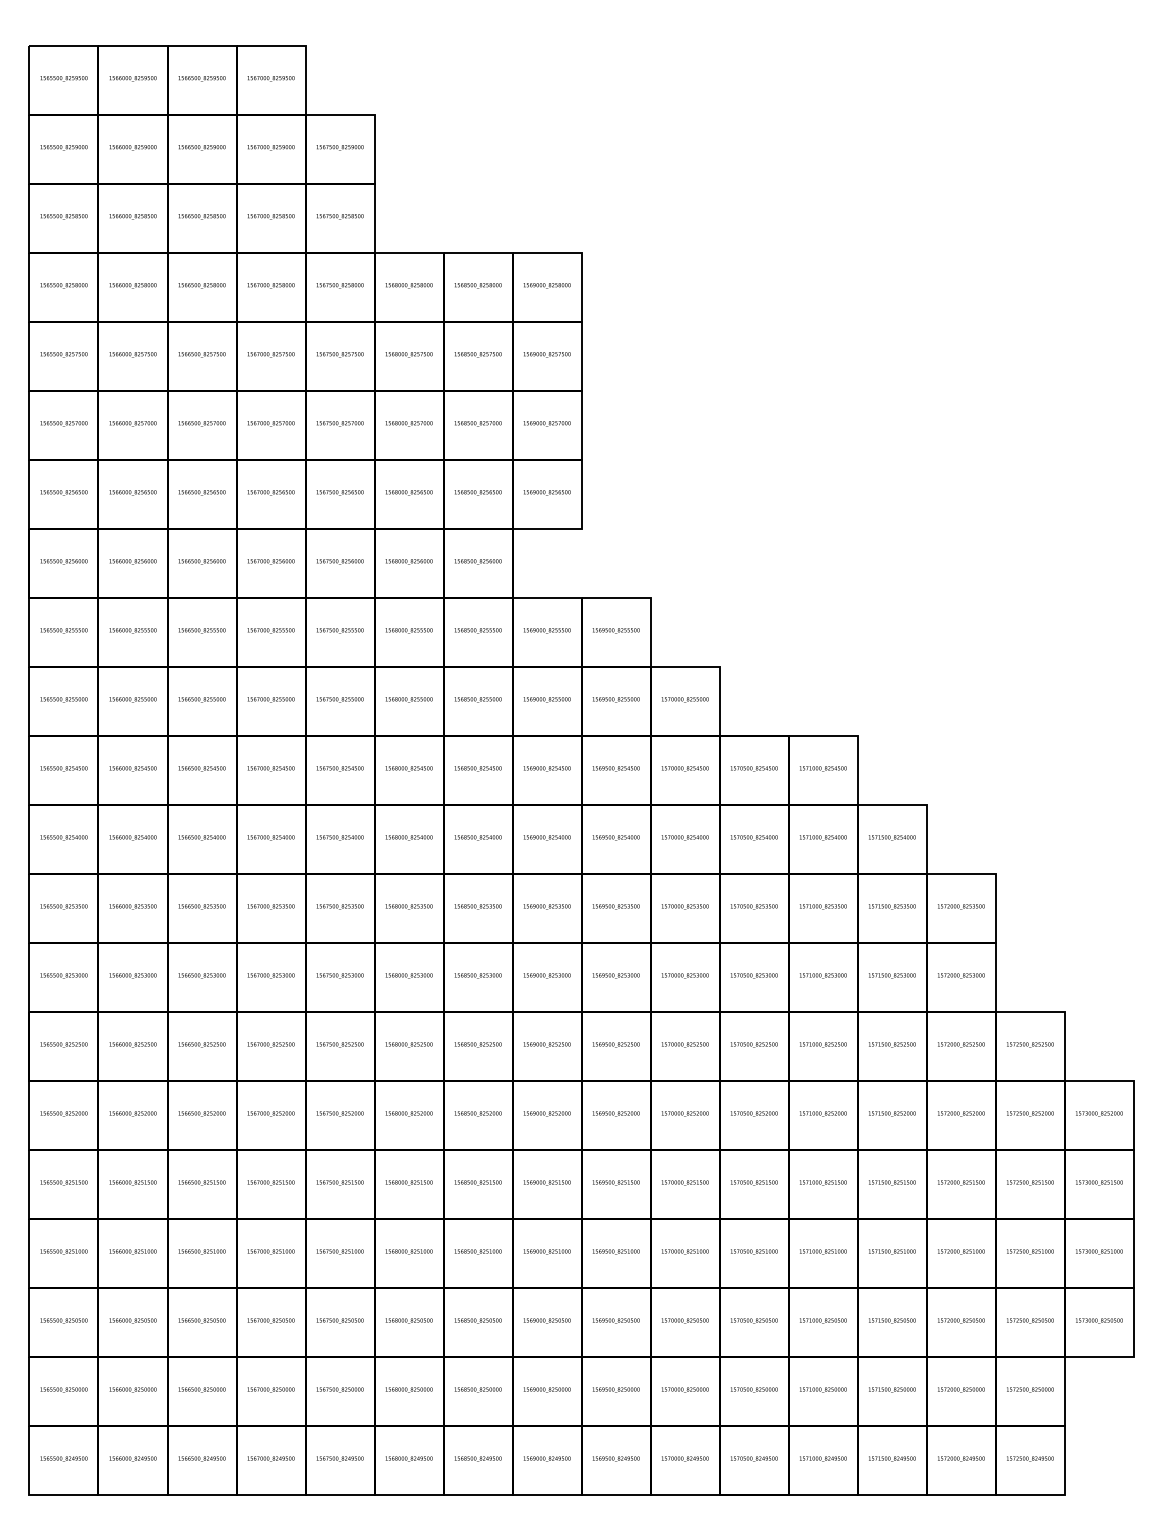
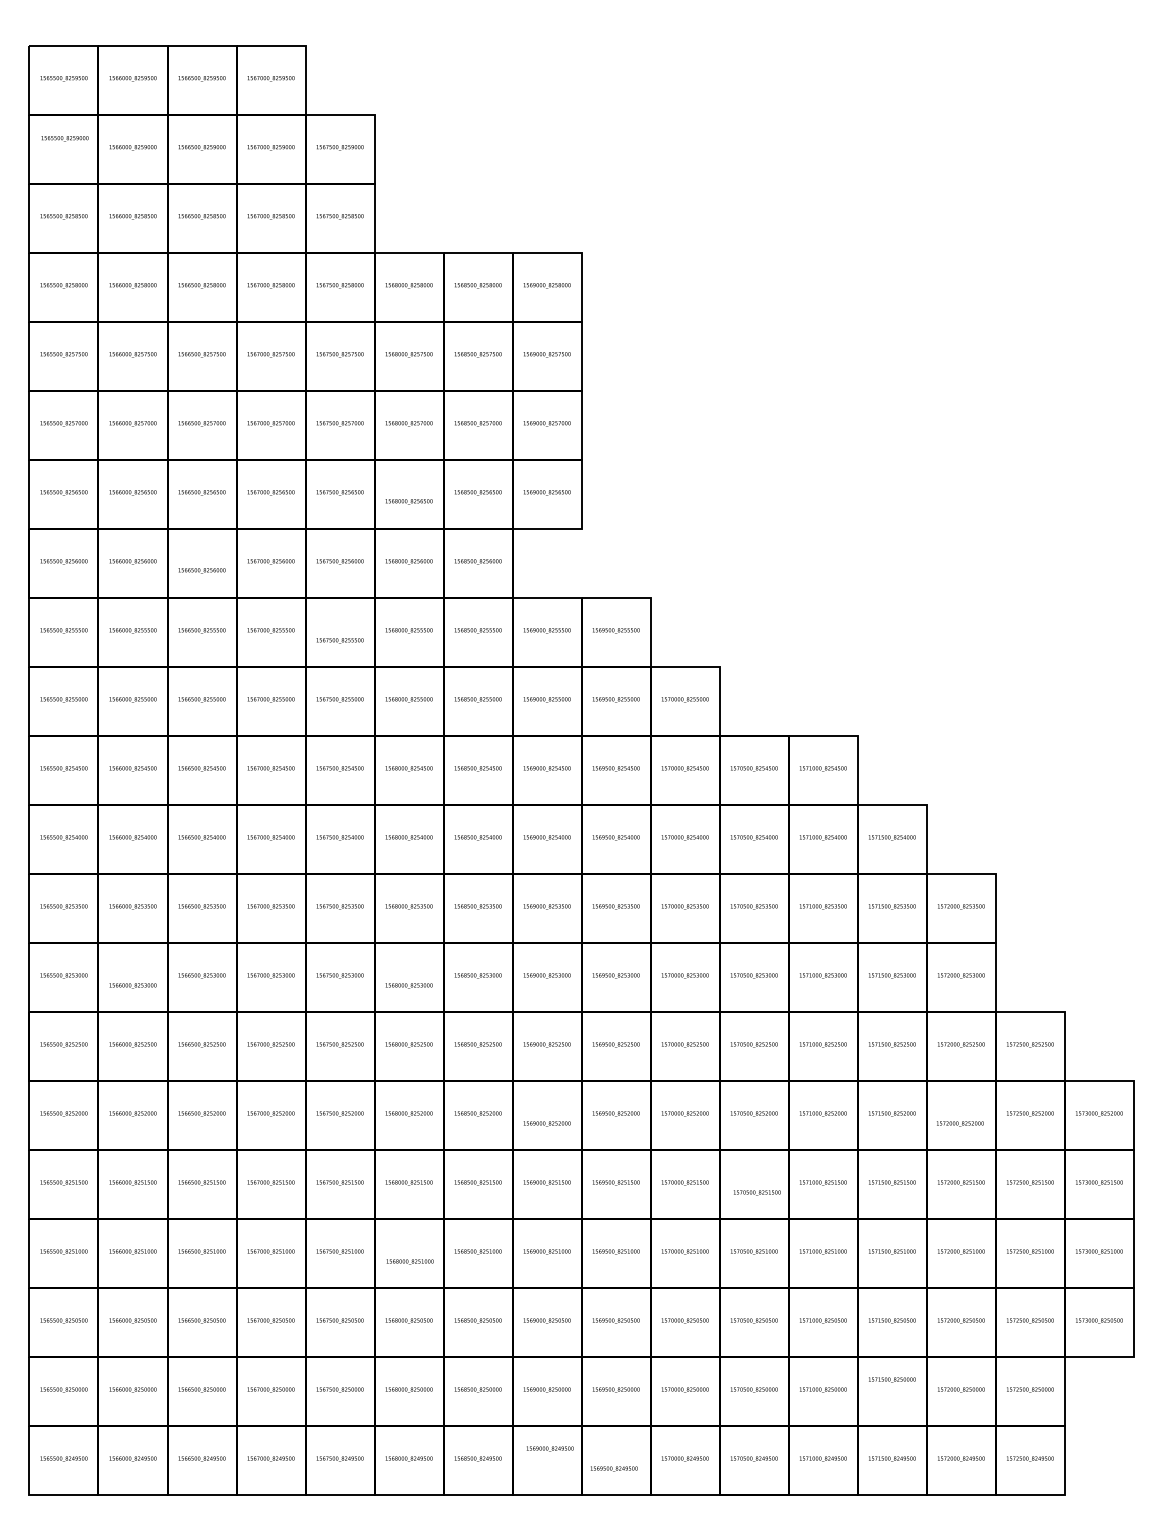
text at (63, 147) position: (63, 147) -> (64, 138)
text at (408, 492) position: (408, 492) -> (408, 501)
text at (201, 561) position: (201, 561) -> (201, 570)
text at (339, 630) position: (339, 630) -> (339, 640)
text at (132, 975) position: (132, 975) -> (132, 985)
text at (408, 975) position: (408, 975) -> (408, 985)
text at (546, 1113) position: (546, 1113) -> (546, 1123)
text at (961, 1113) position: (961, 1113) -> (960, 1123)
text at (753, 1182) position: (753, 1182) -> (756, 1192)
text at (408, 1251) position: (408, 1251) -> (409, 1261)
text at (892, 1389) position: (892, 1389) -> (892, 1379)
text at (546, 1458) position: (546, 1458) -> (549, 1448)
text at (616, 1458) position: (616, 1458) -> (614, 1468)
